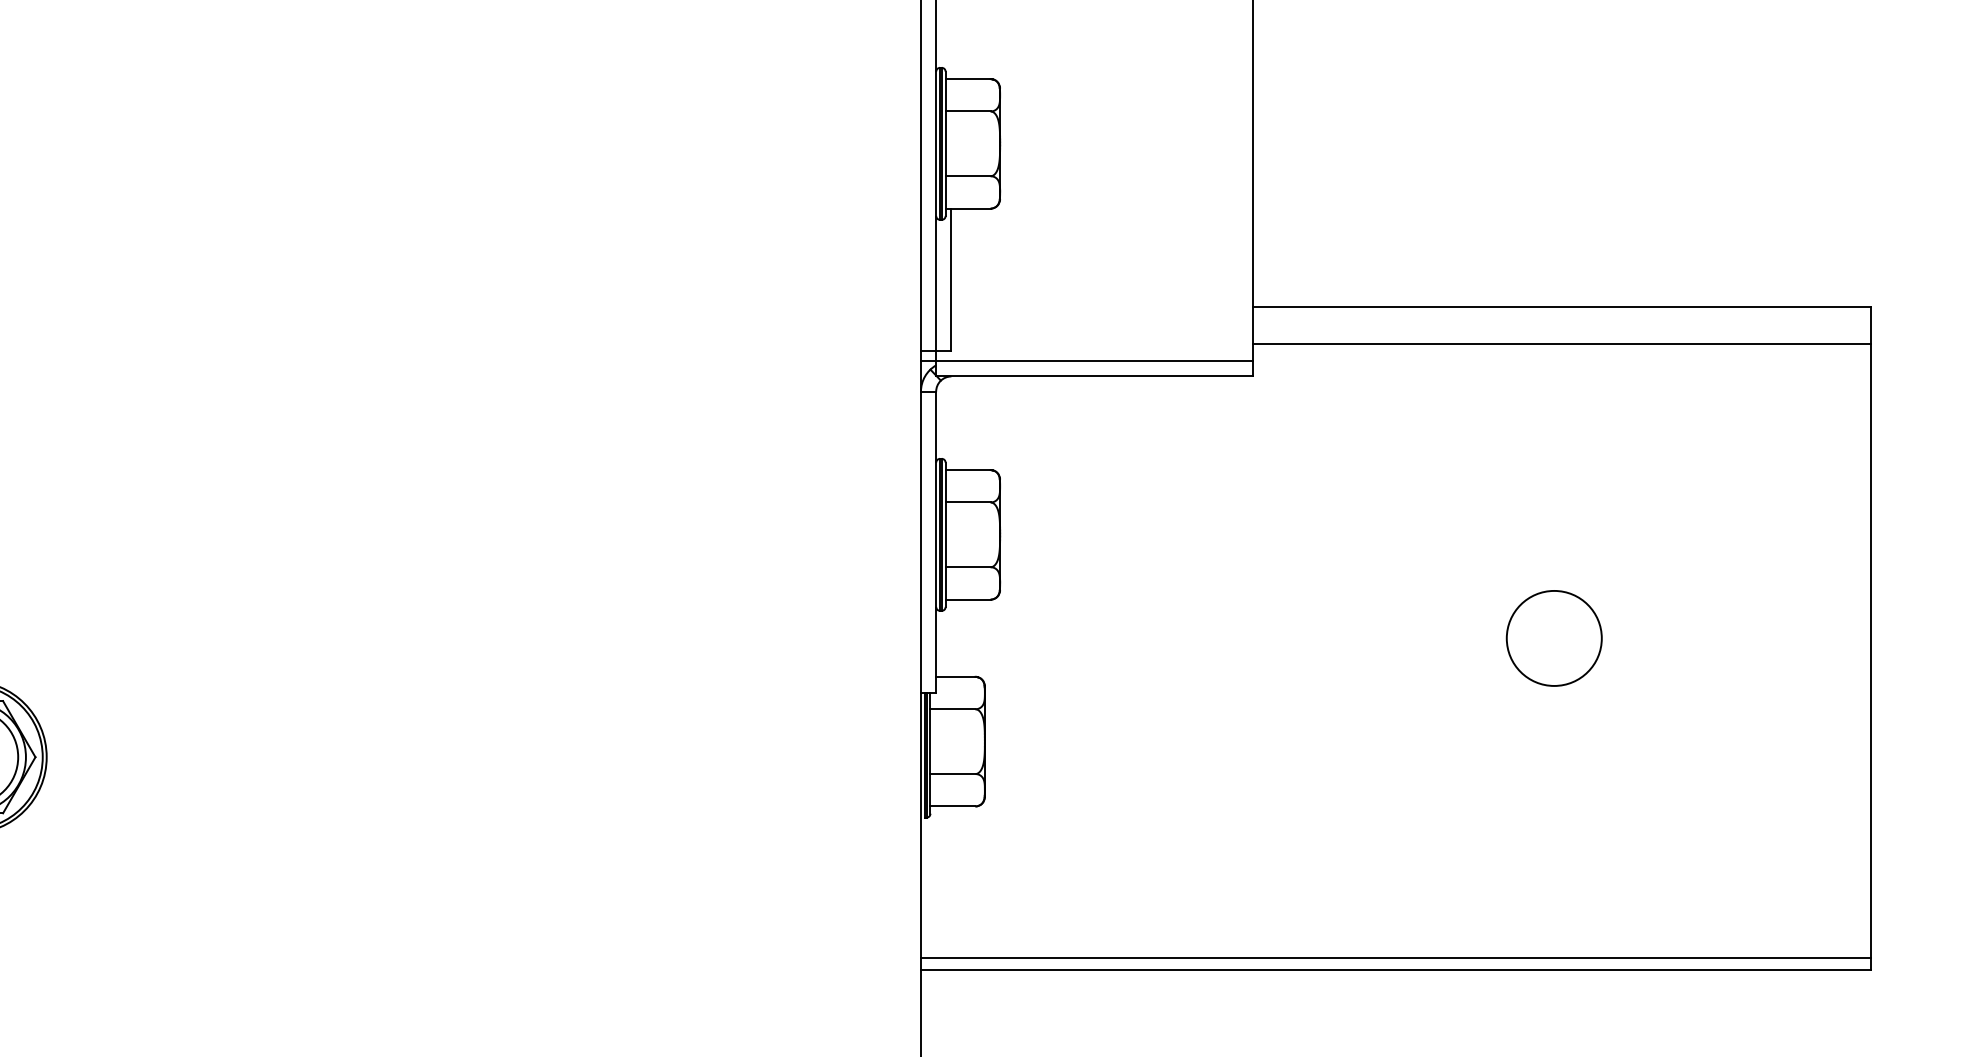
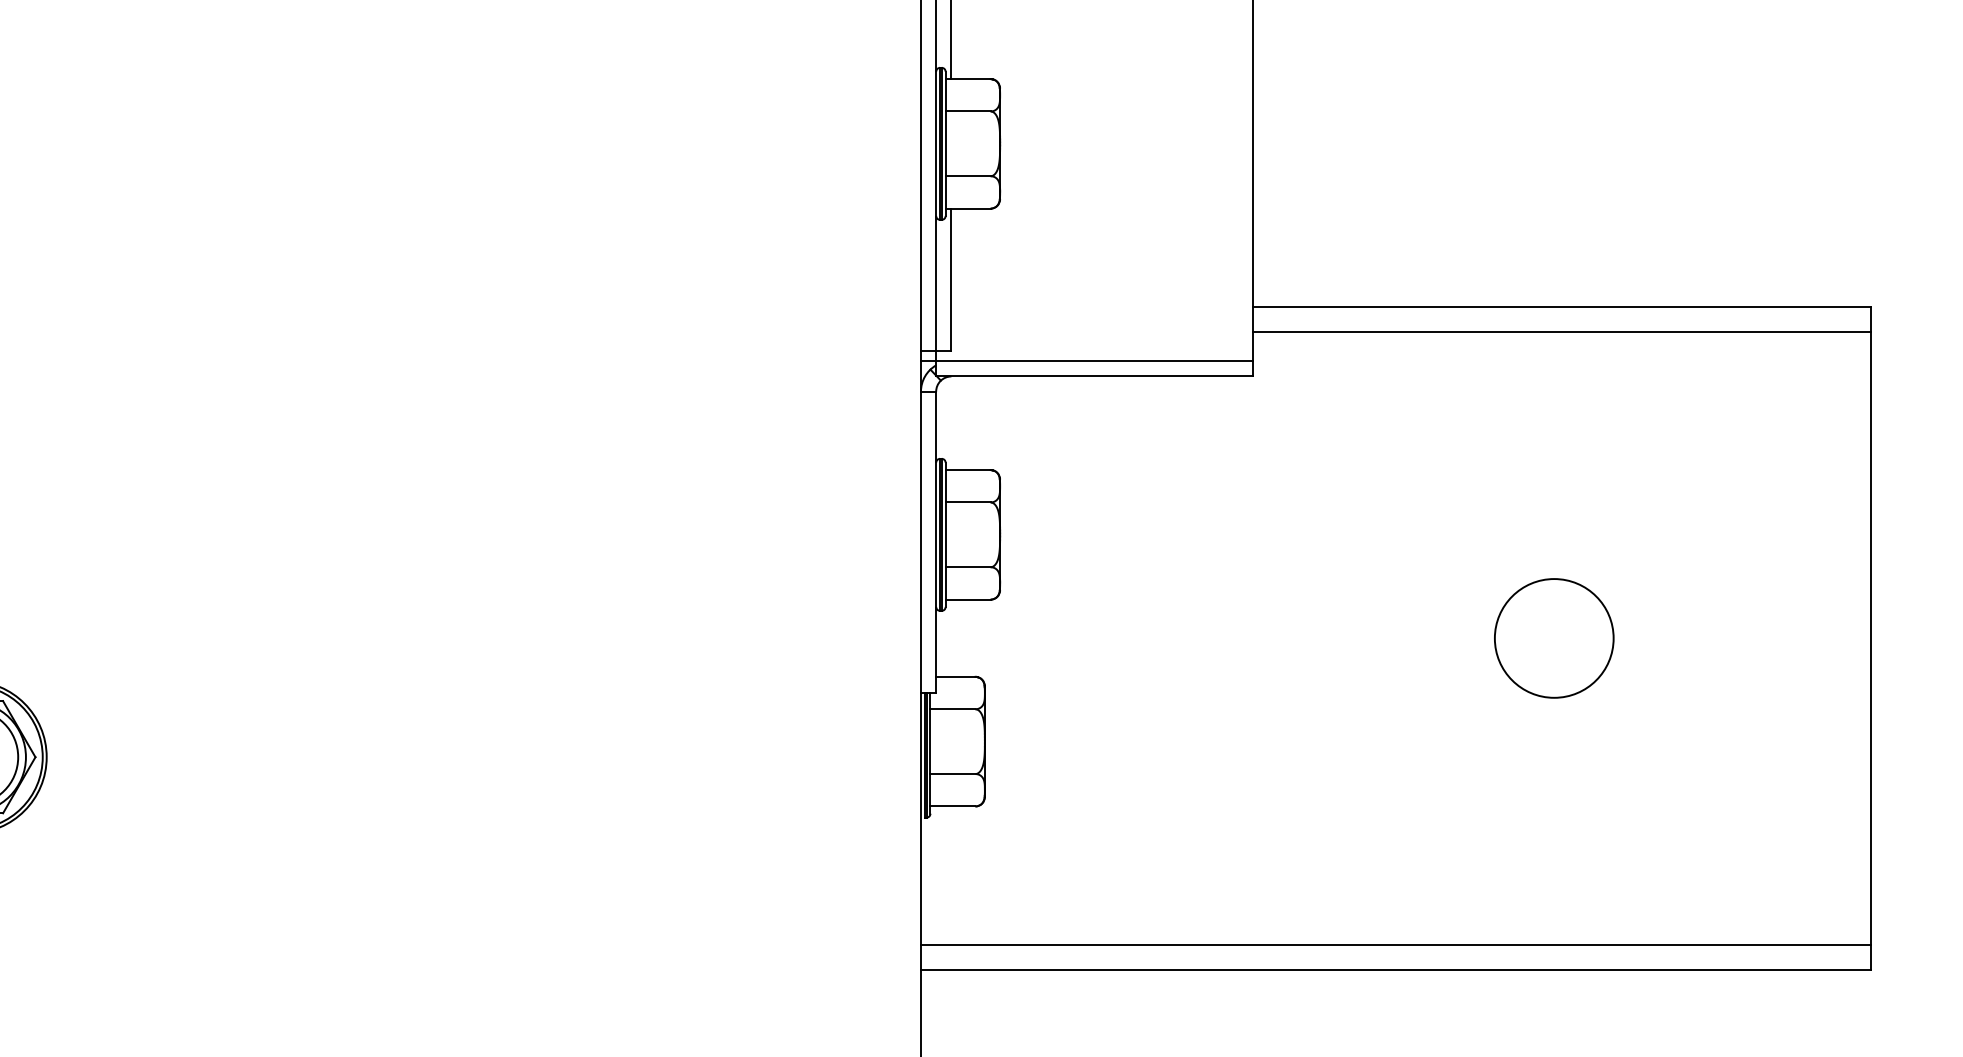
line at (951, 40): none -> present
line at (1561, 343) position: (1561, 343) -> (1561, 331)
circle at (1553, 638) size: 98x97 px -> 121x121 px
line at (1395, 958) position: (1395, 958) -> (1395, 945)
